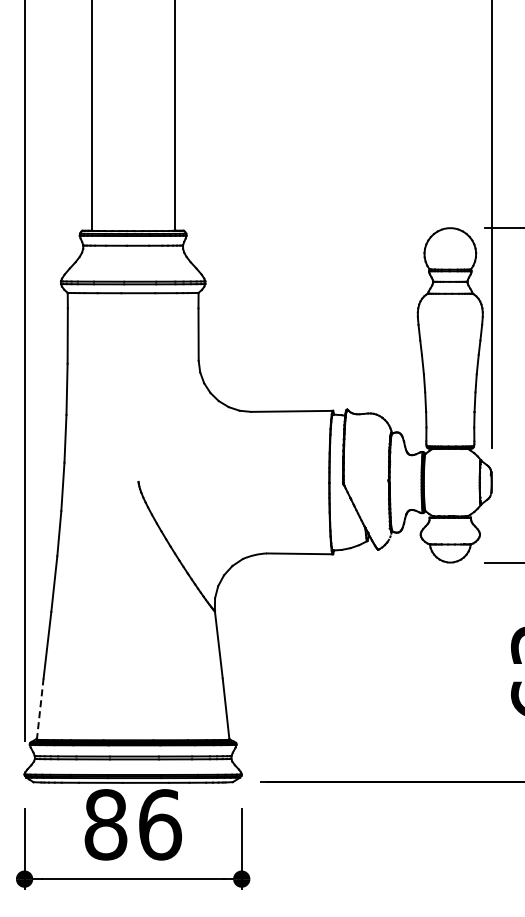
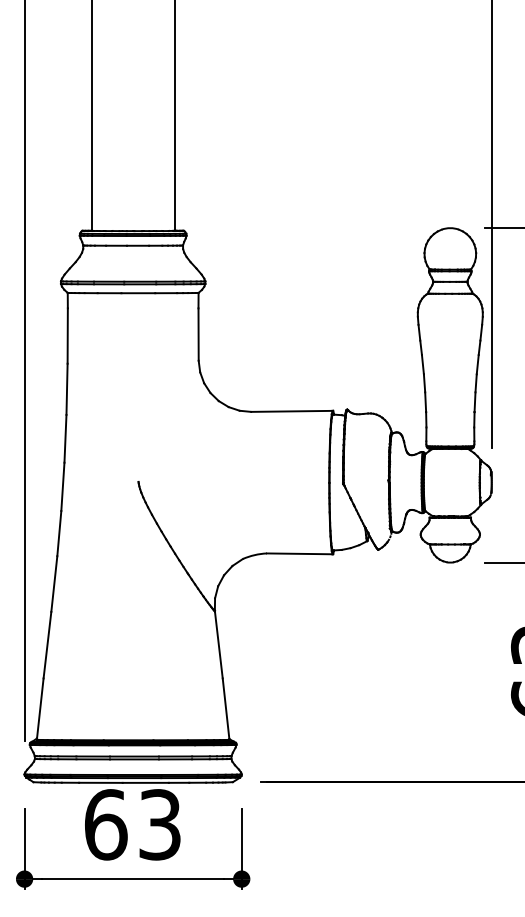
line at (40, 708): dashed -> solid
text at (132, 824): 86 -> 63
